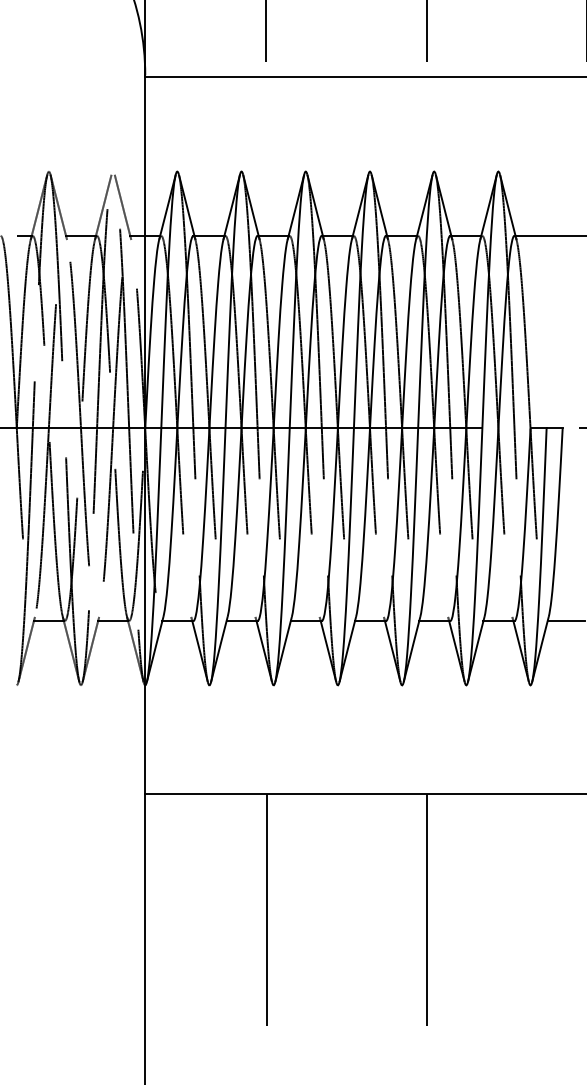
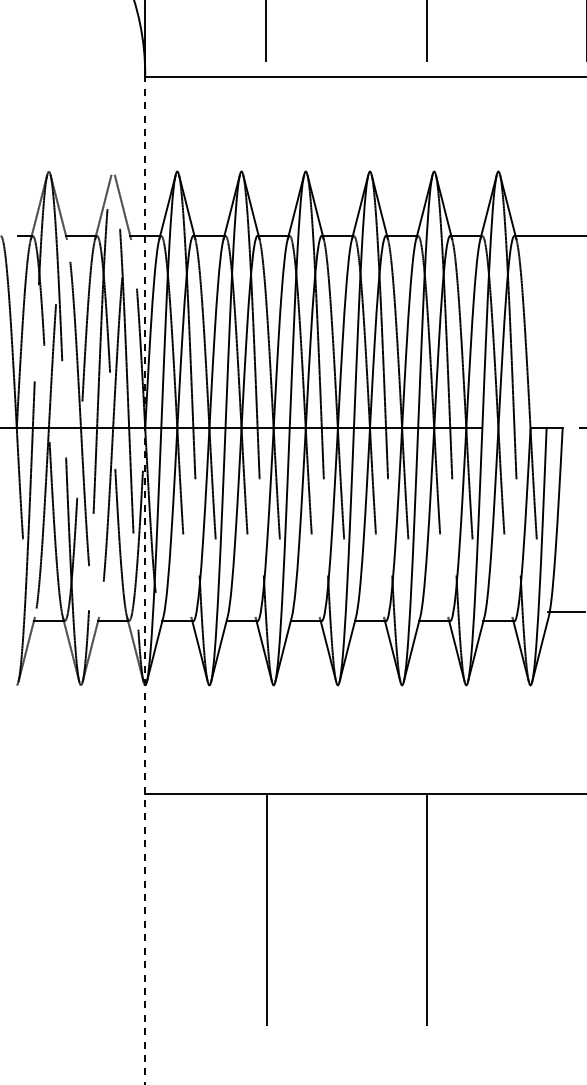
line at (145, 580): solid -> dashed
line at (565, 621) position: (565, 621) -> (565, 612)
